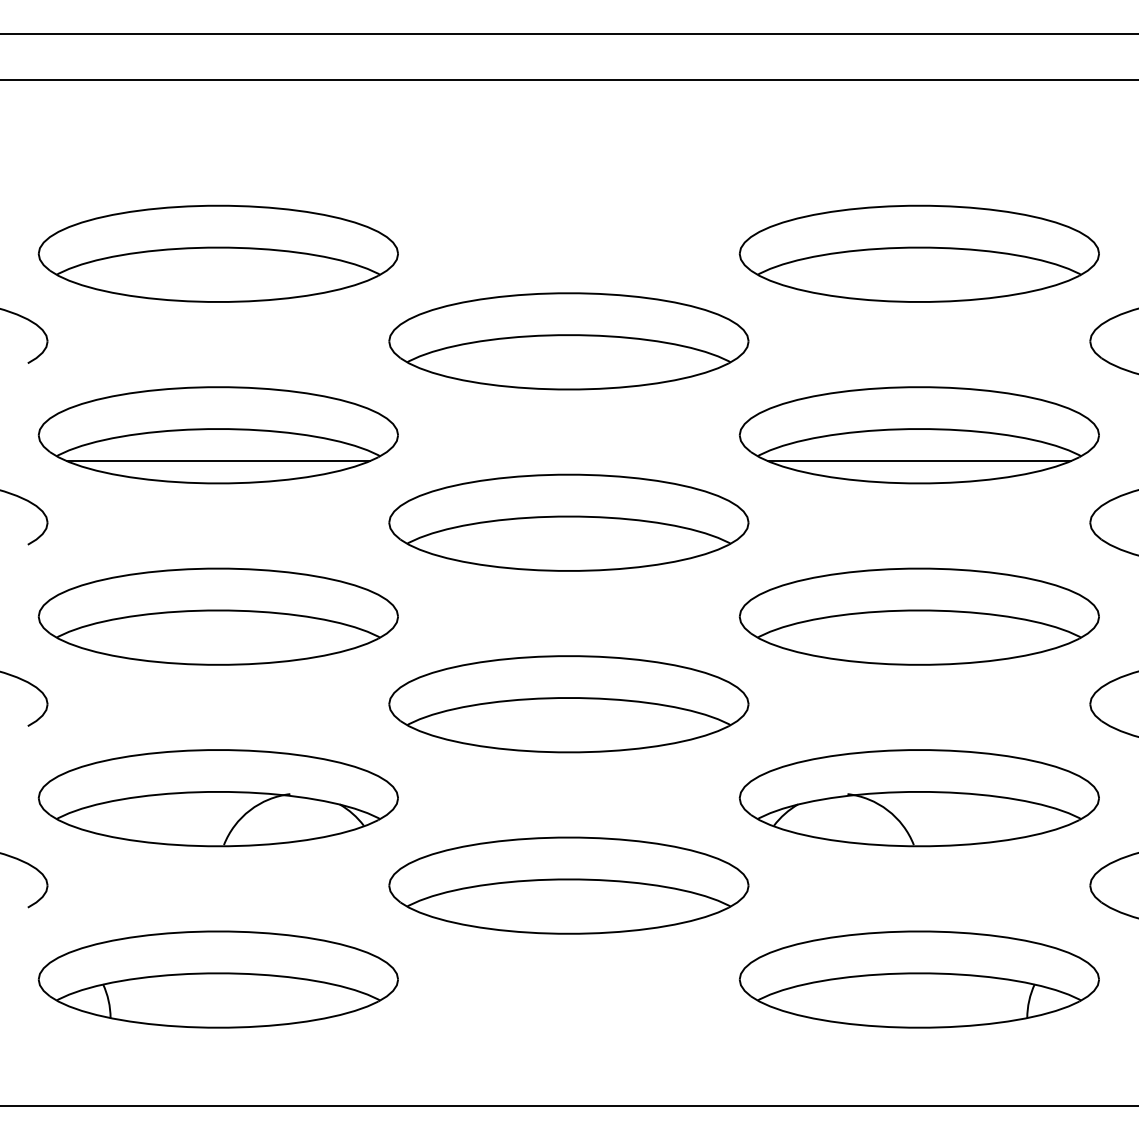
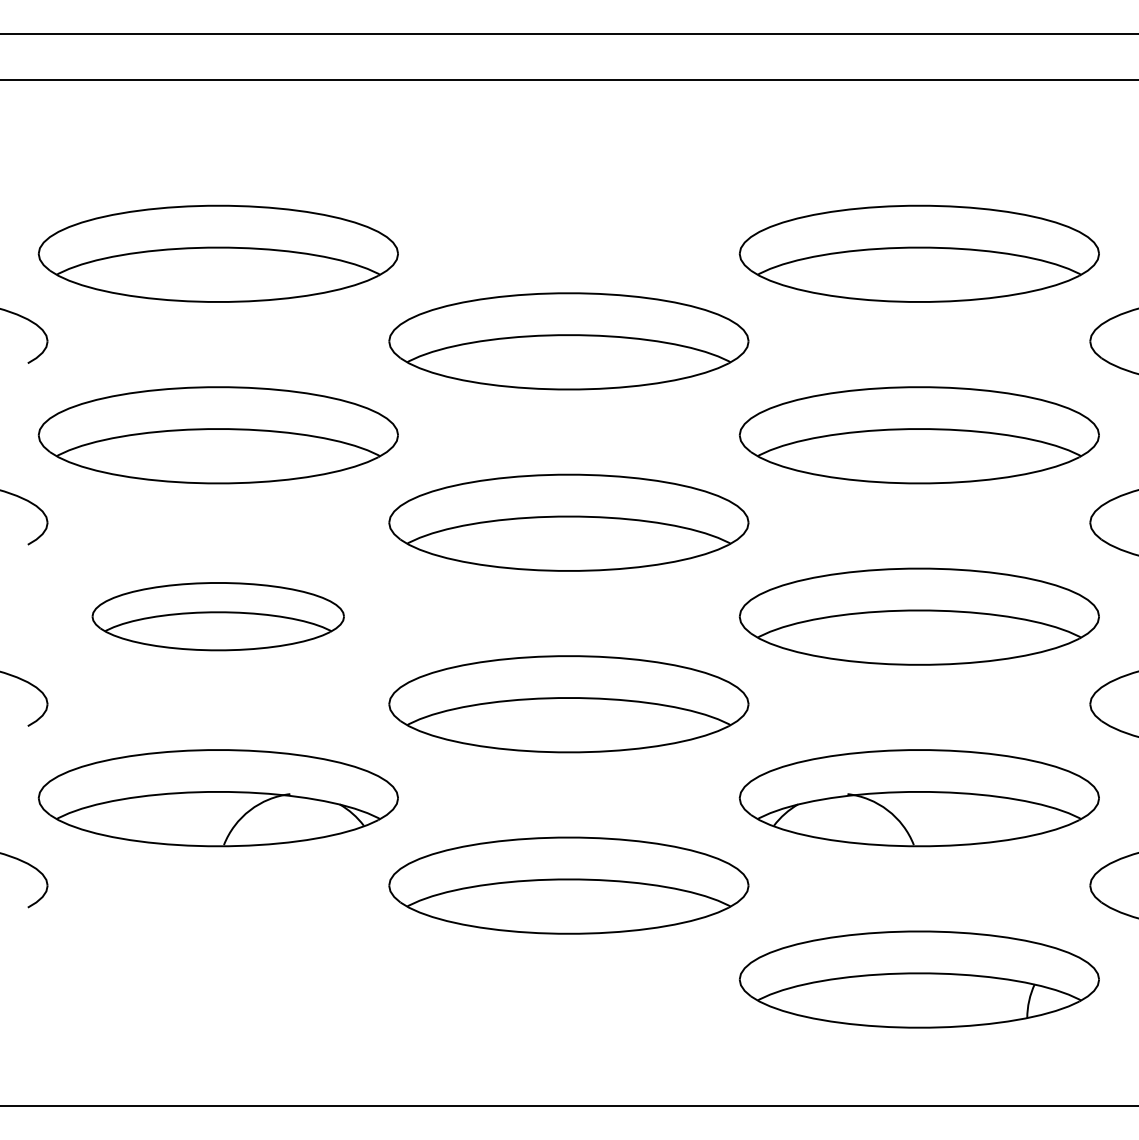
line at (217, 461): present -> none
line at (918, 461): present -> none
part at (217, 616) size: 362x99 px -> 254x70 px
part at (217, 979): present -> none
